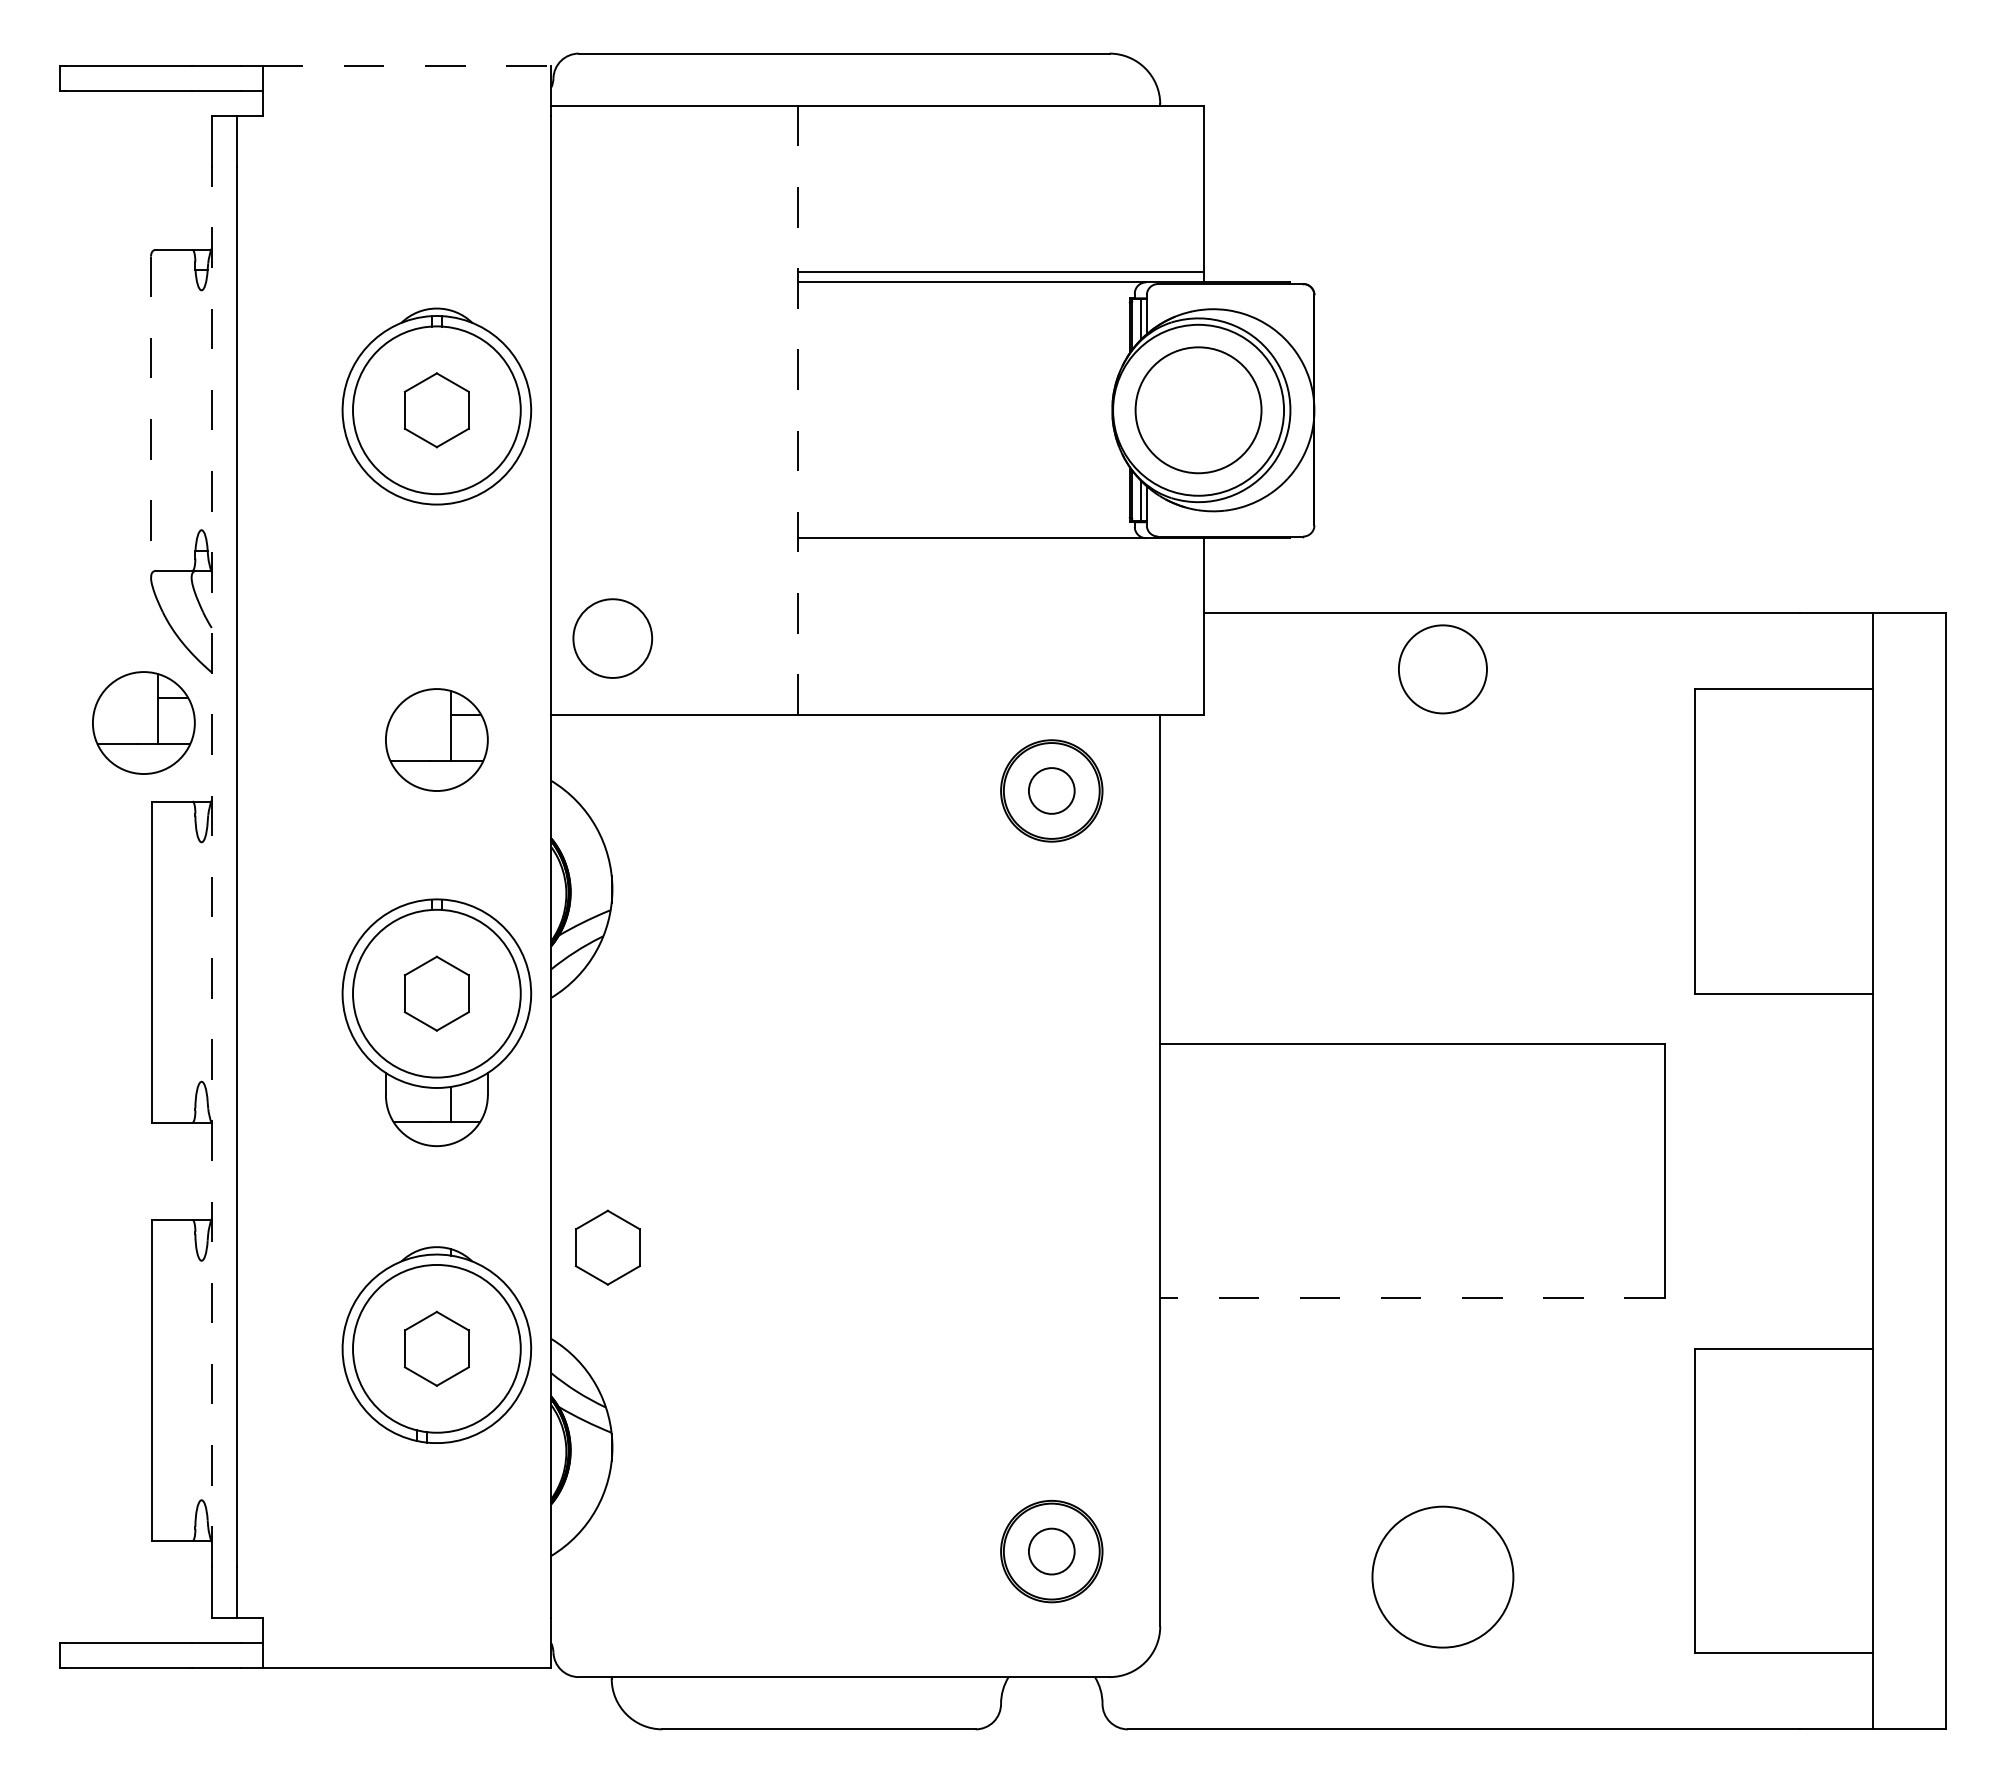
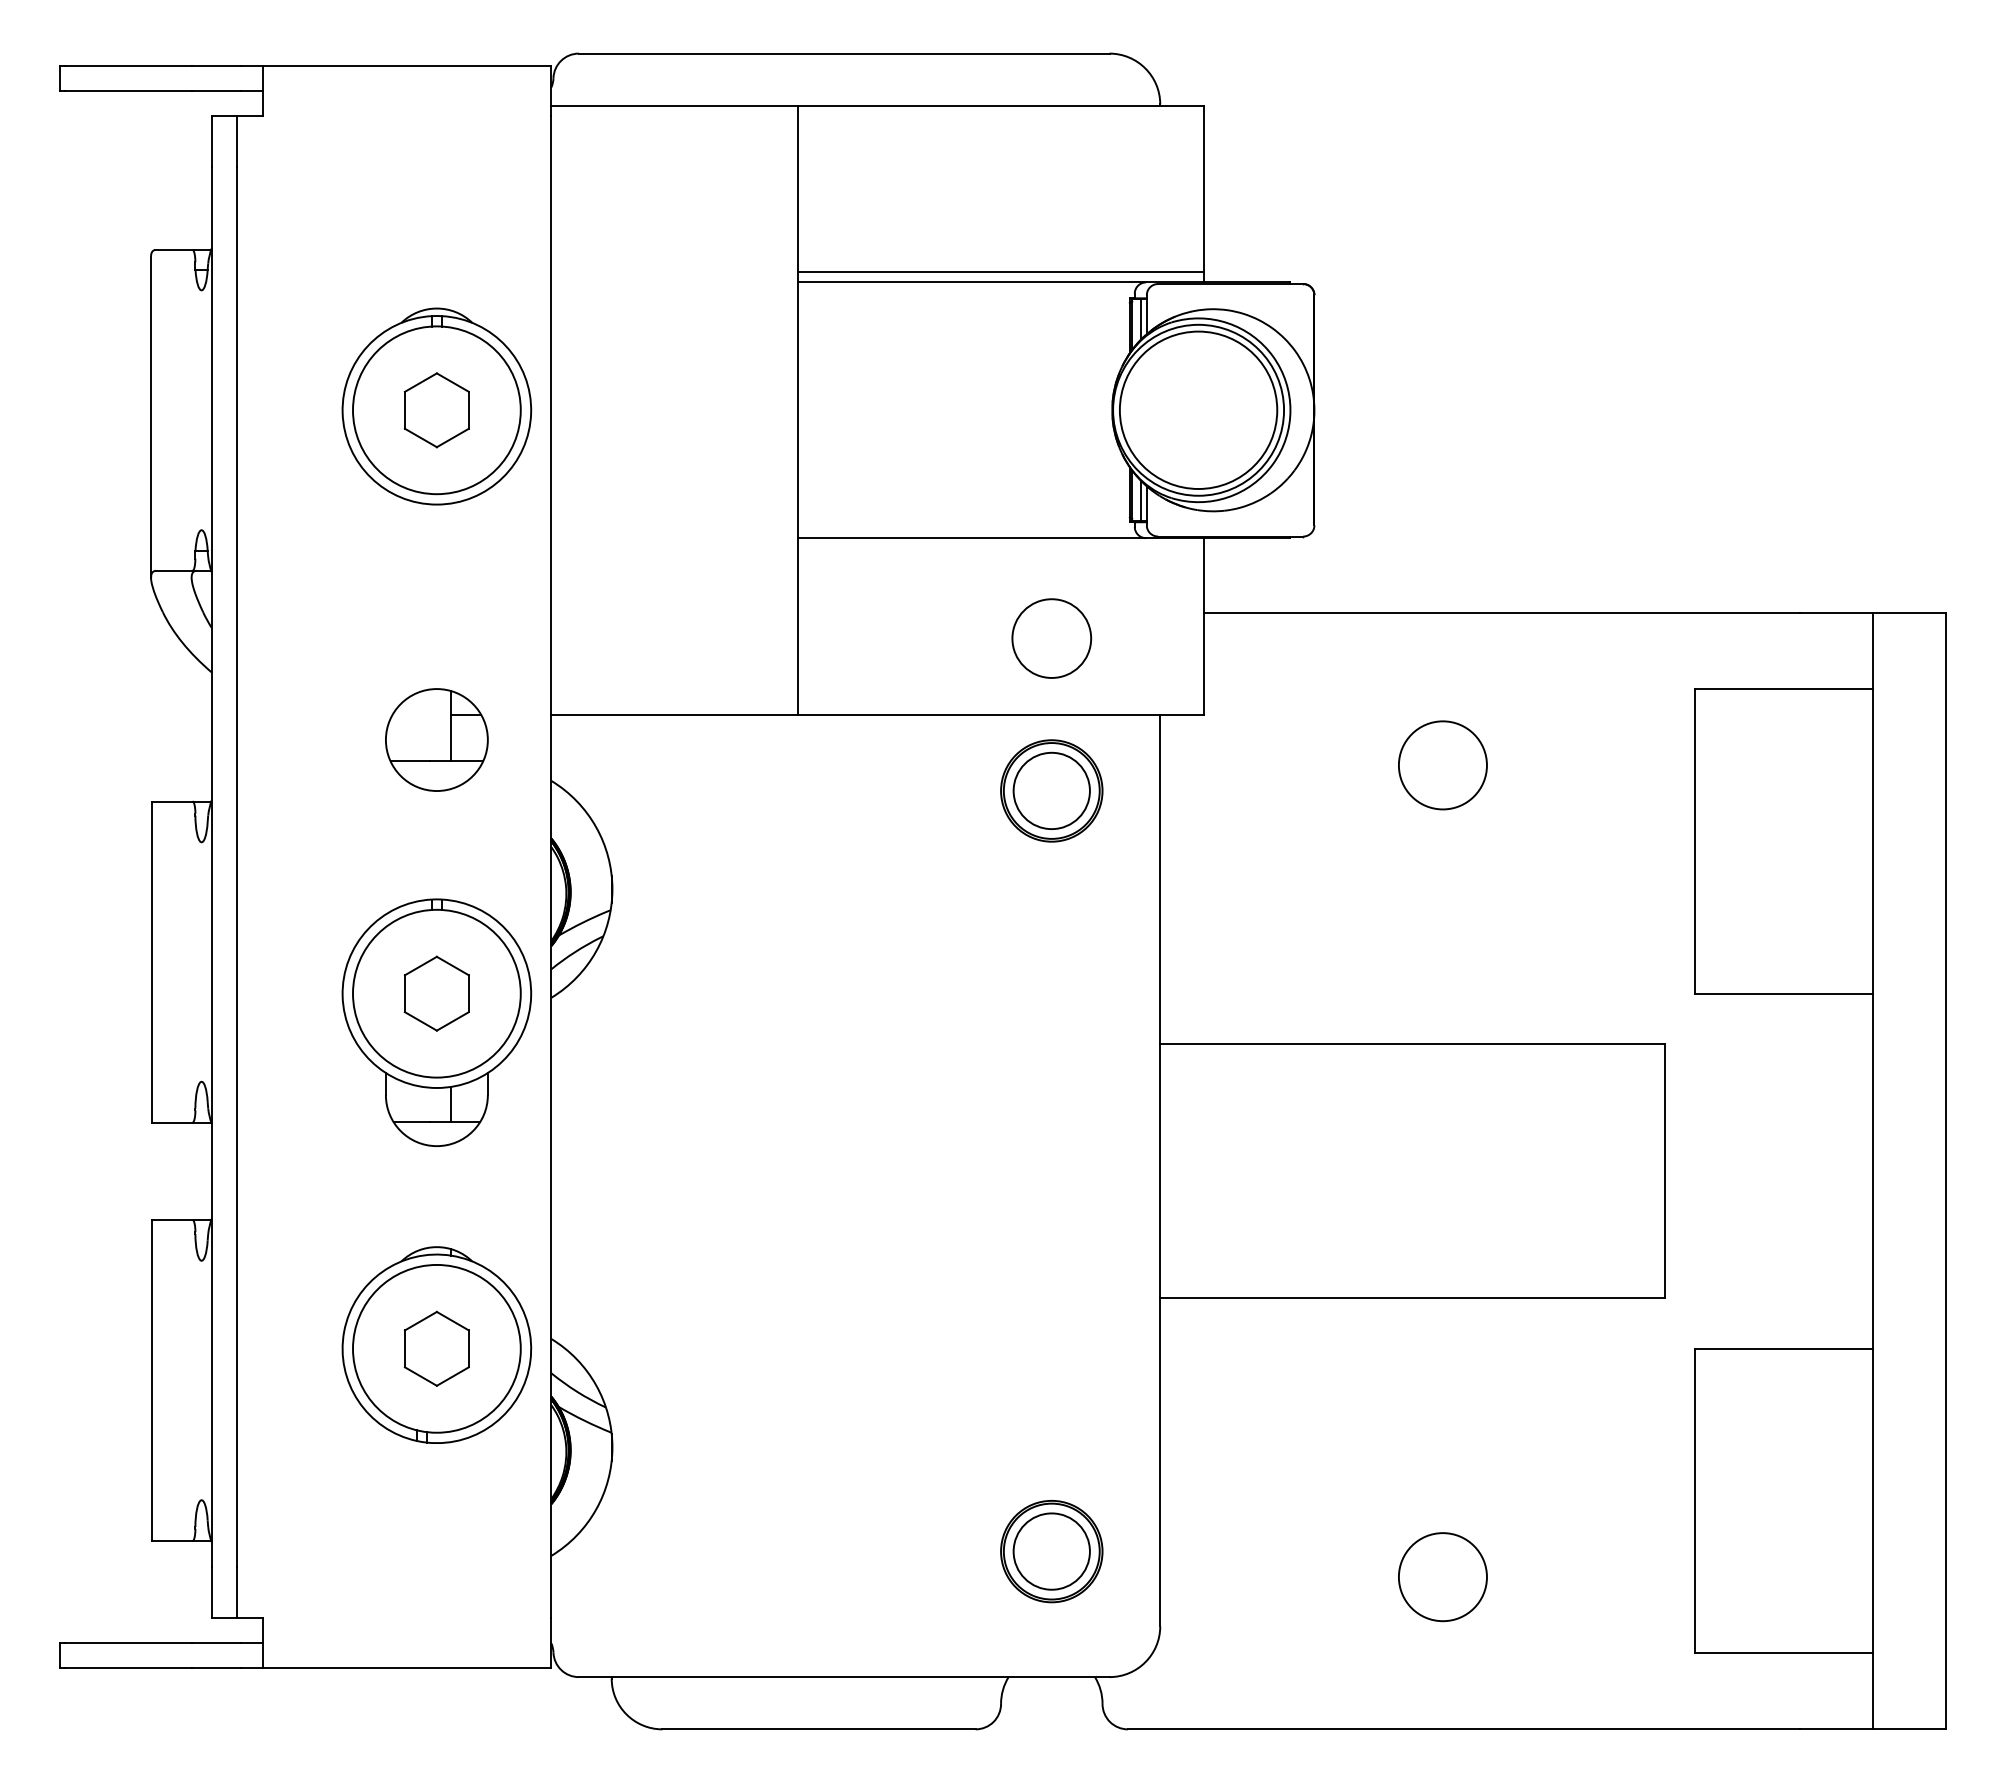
line at (407, 65): dashed -> solid
line at (798, 410): dashed -> solid
circle at (1198, 410) diameter: 126 px -> 157 px
line at (151, 417): dashed -> solid
circle at (612, 638) position: (612, 638) -> (1051, 638)
circle at (1442, 669) position: (1442, 669) -> (1442, 765)
part at (143, 722): present -> none
circle at (1051, 790) diameter: 46 px -> 76 px
line at (211, 866): dashed -> solid
part at (607, 1247): present -> none
line at (1412, 1298): dashed -> solid
circle at (1051, 1551) diameter: 46 px -> 76 px
circle at (1442, 1576) diameter: 141 px -> 88 px
